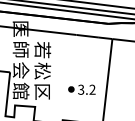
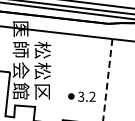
text at (42, 49): 若 -> 松
line at (107, 79): solid -> dashed
part at (81, 89) position: (81, 89) -> (81, 96)
